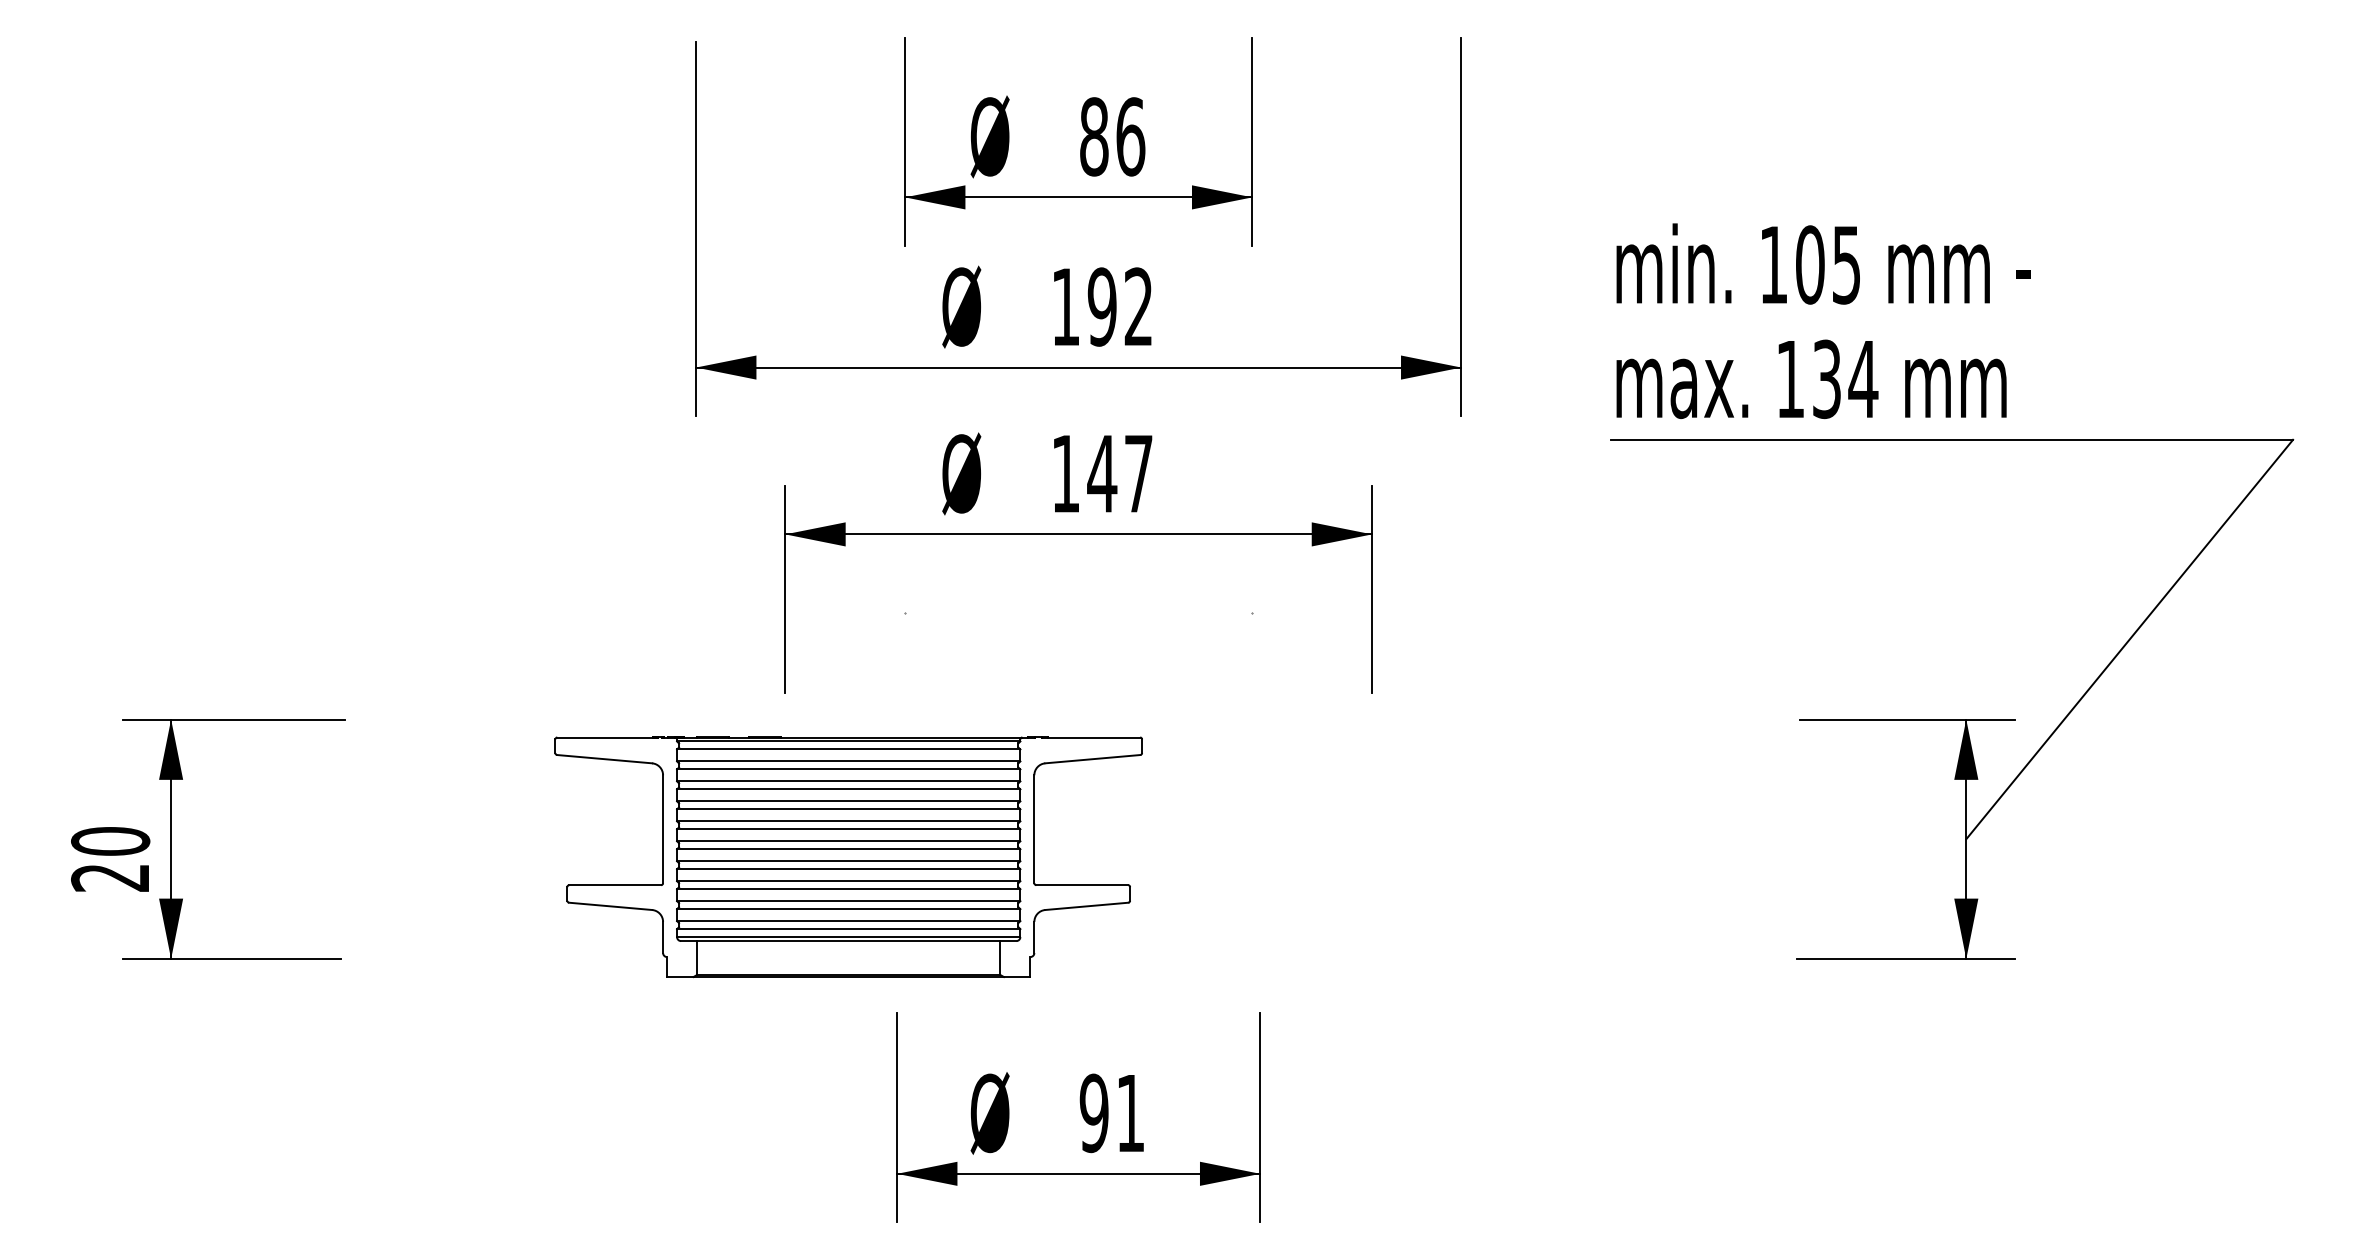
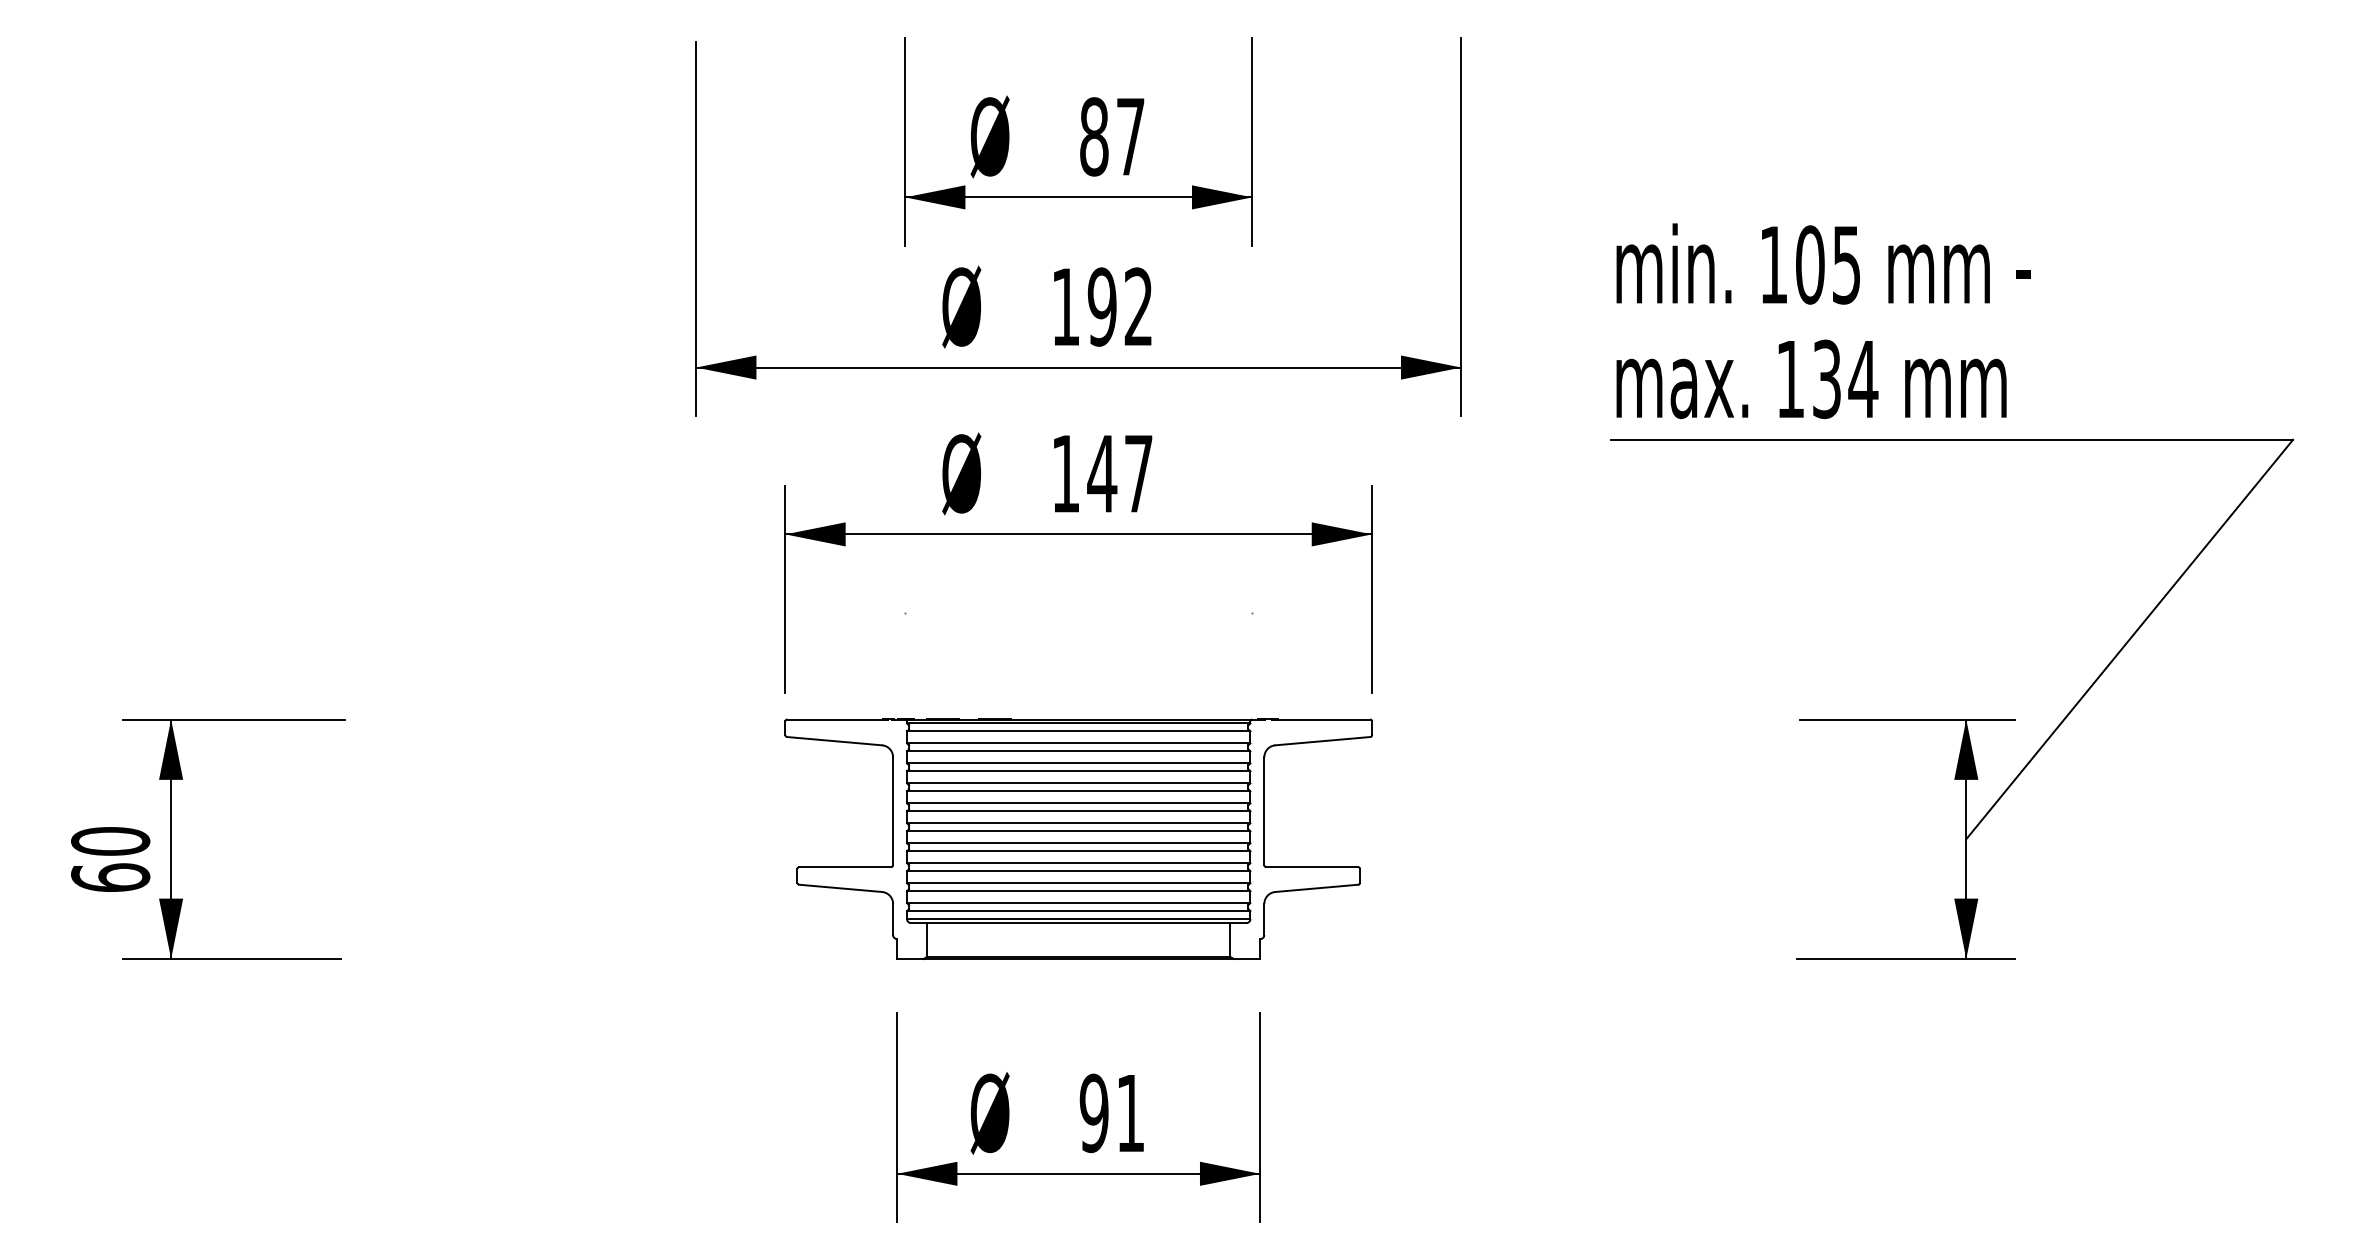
text at (1130, 136): 86 -> 87
part at (848, 857) position: (848, 857) -> (1078, 839)
text at (110, 877): 20 -> 60
